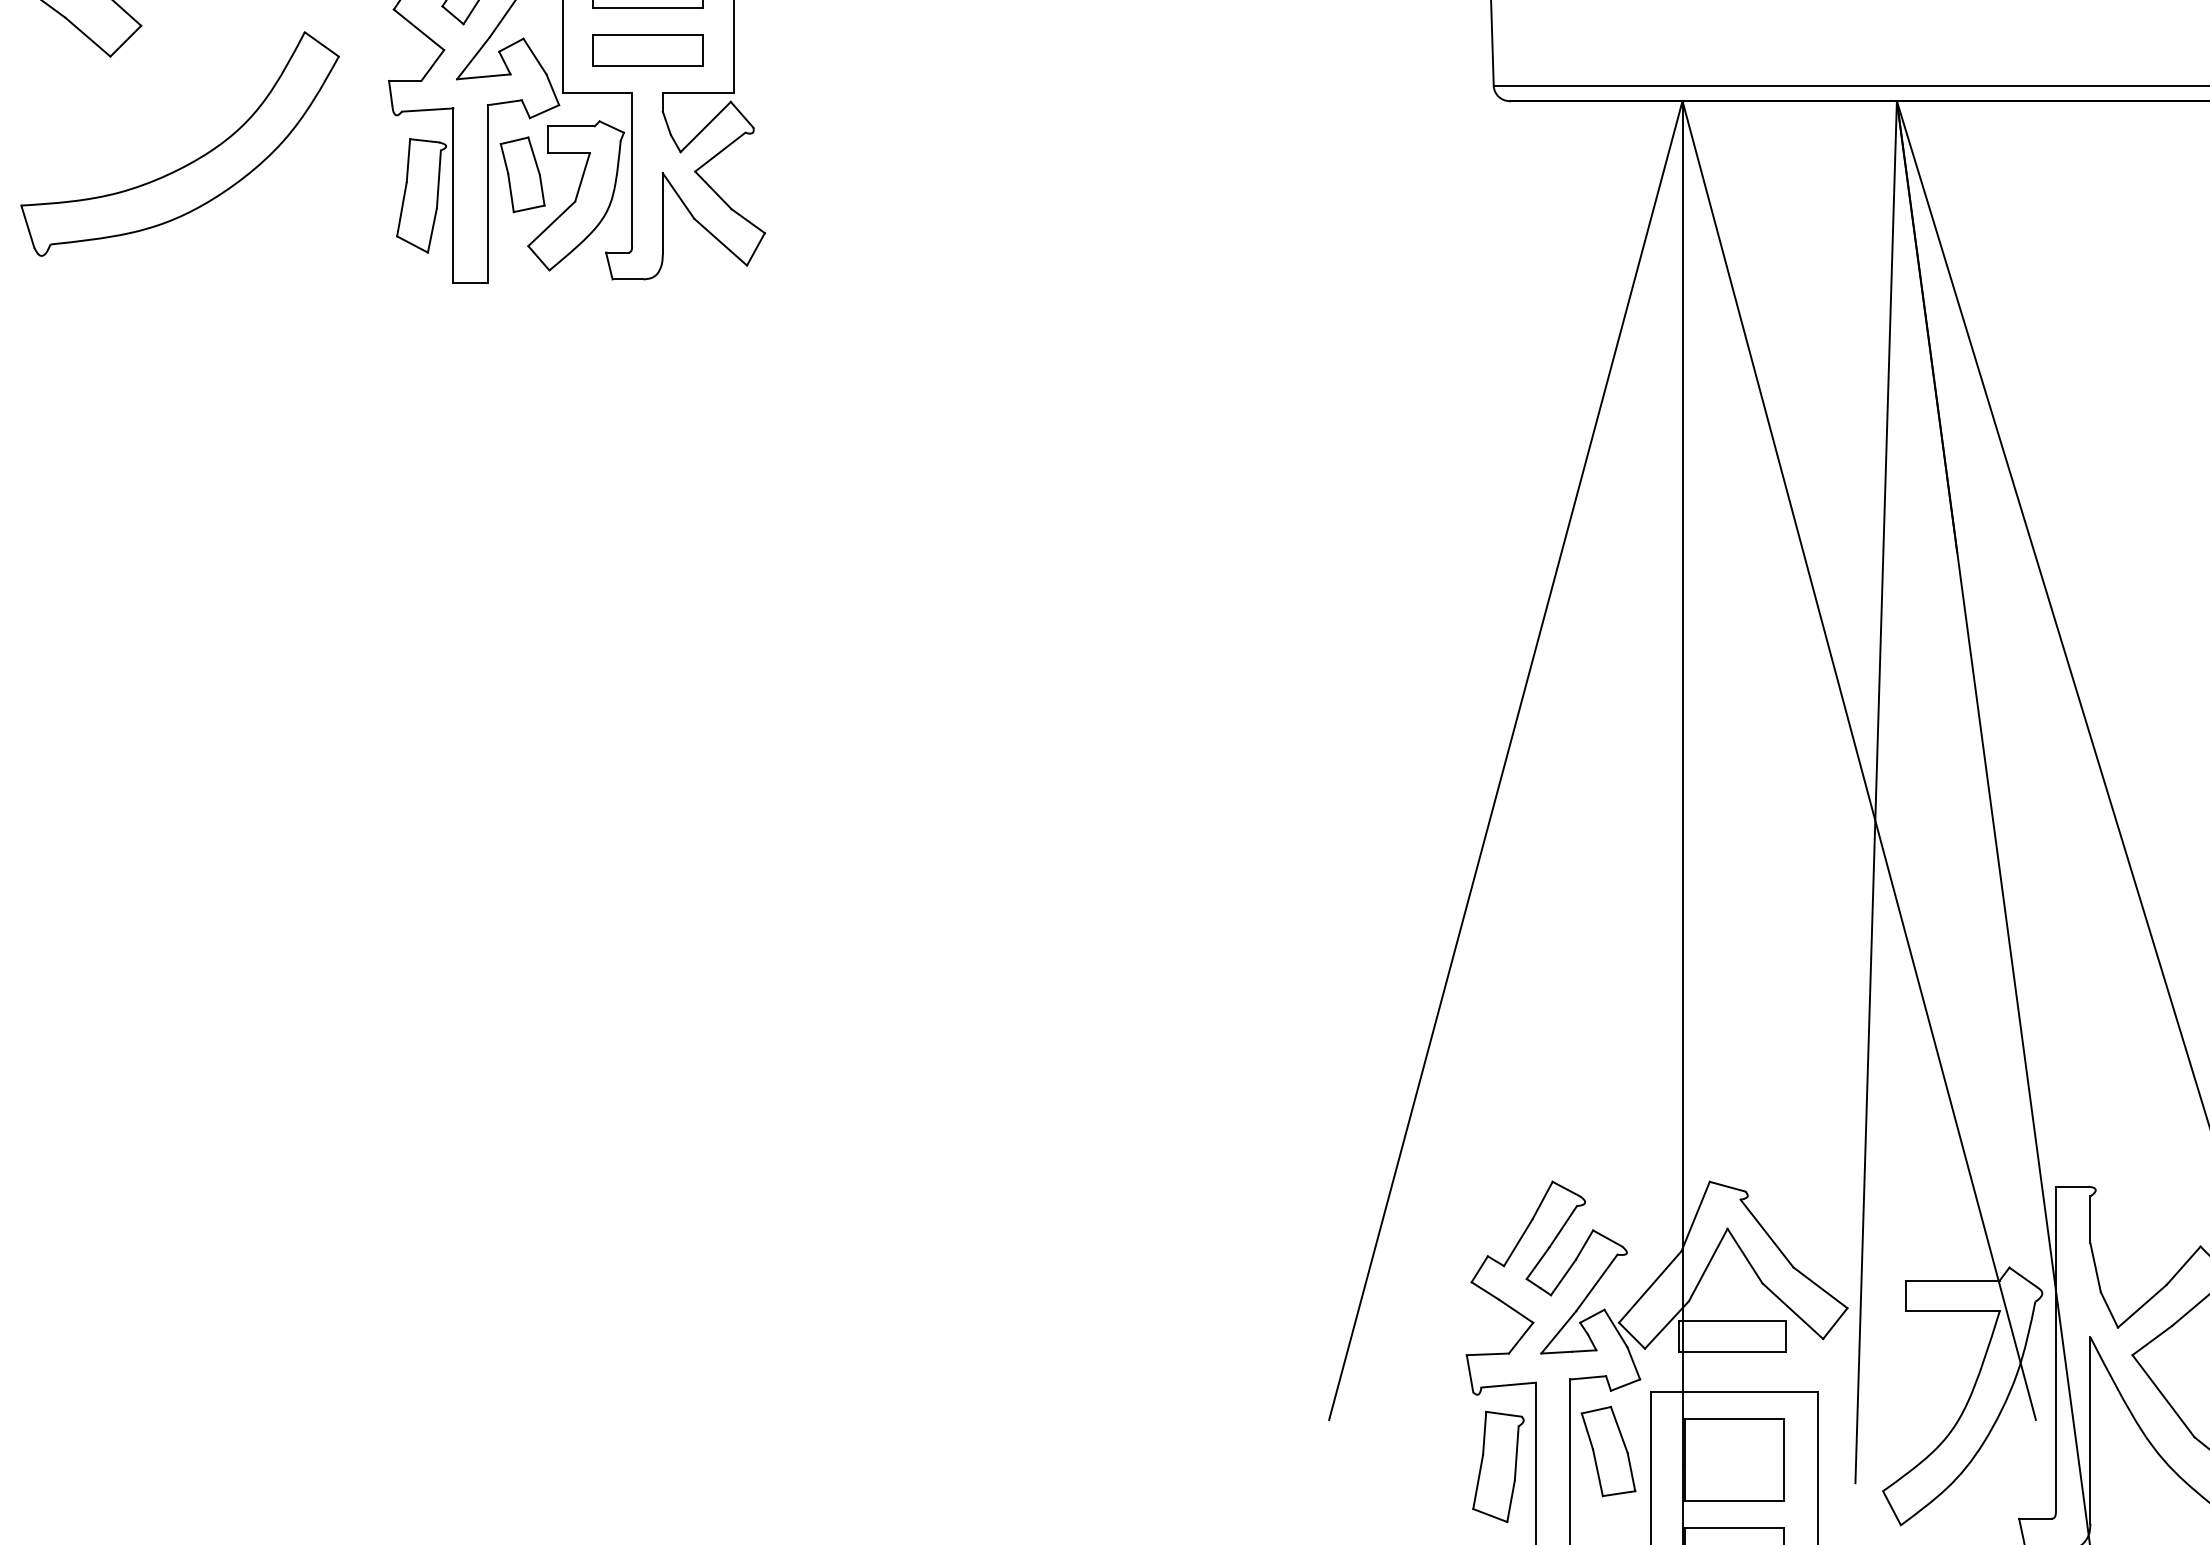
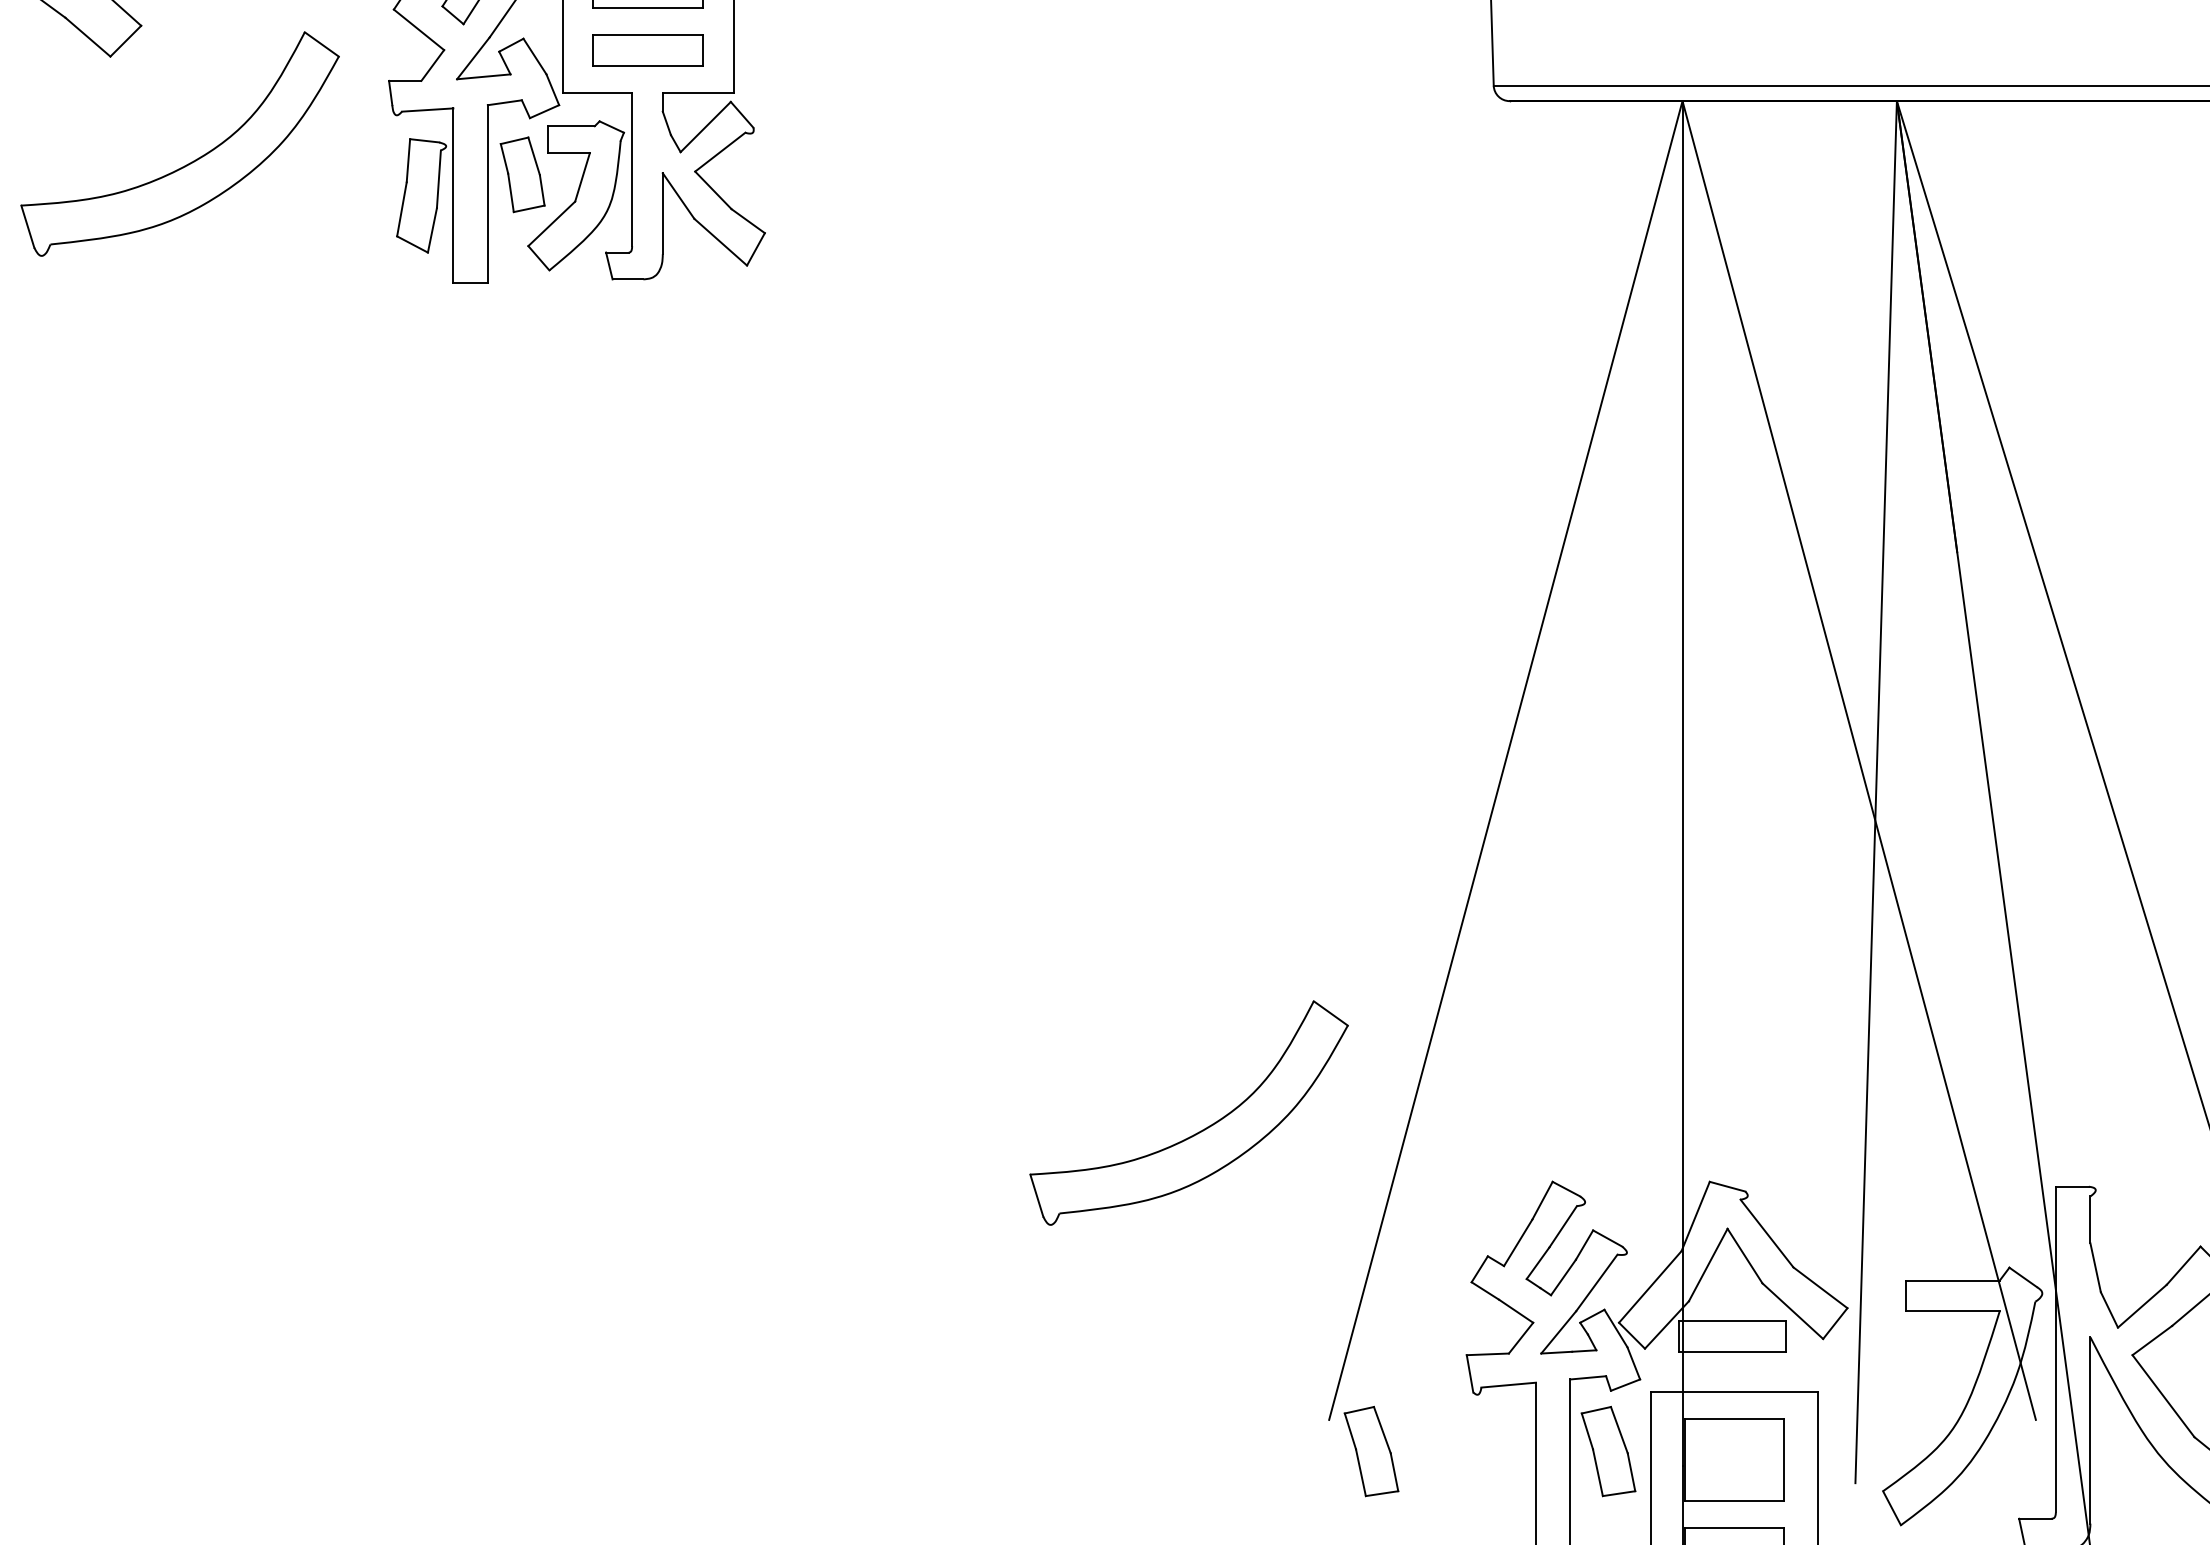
part at (1198, 1131): none -> present
part at (1371, 1451): none -> present
part at (1498, 1466): present -> none
